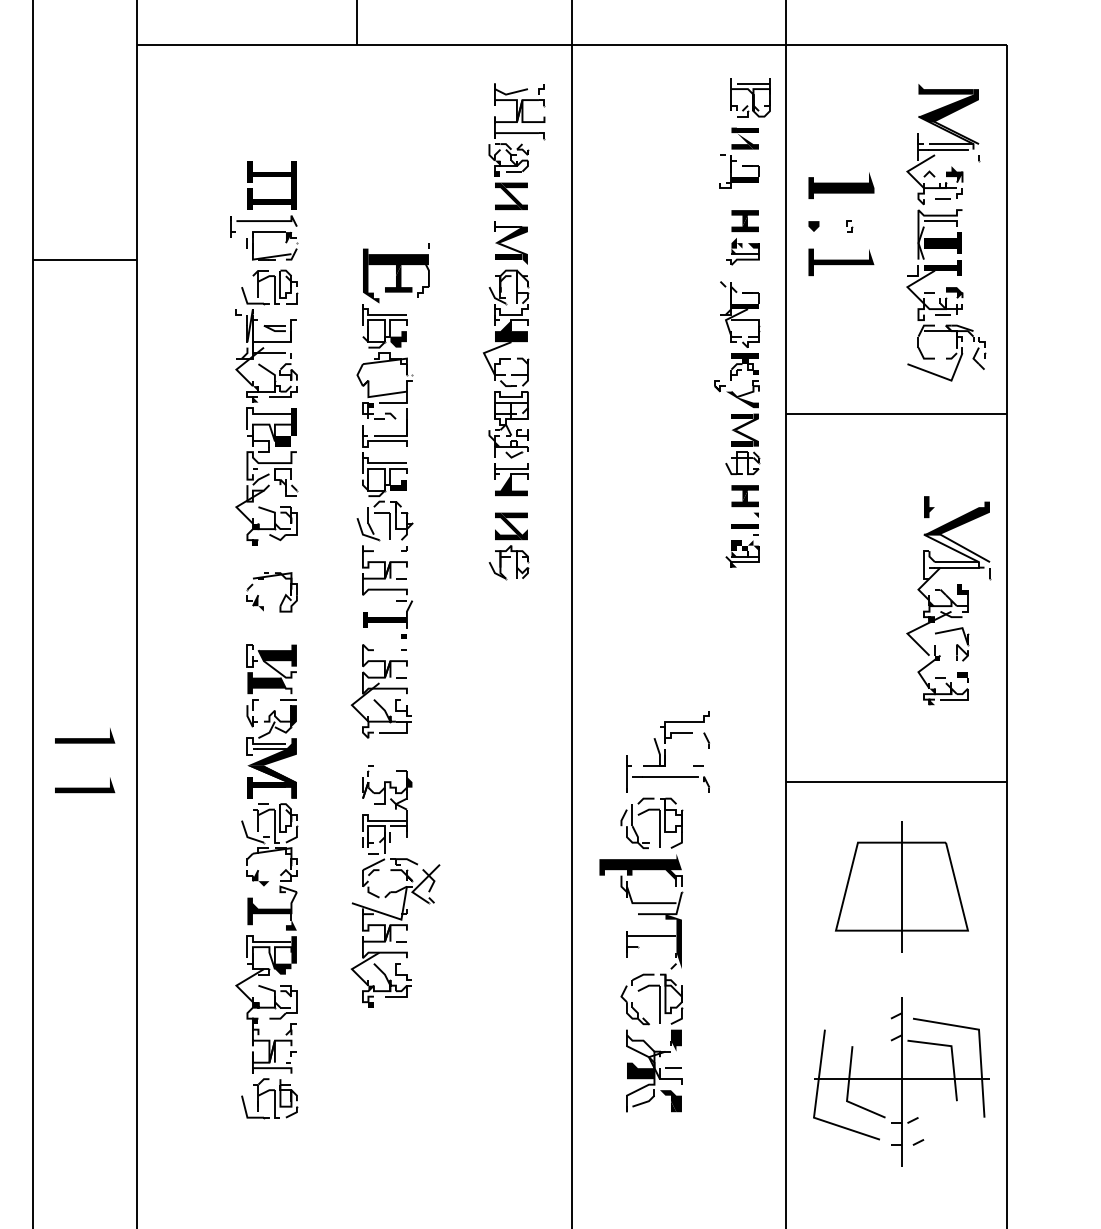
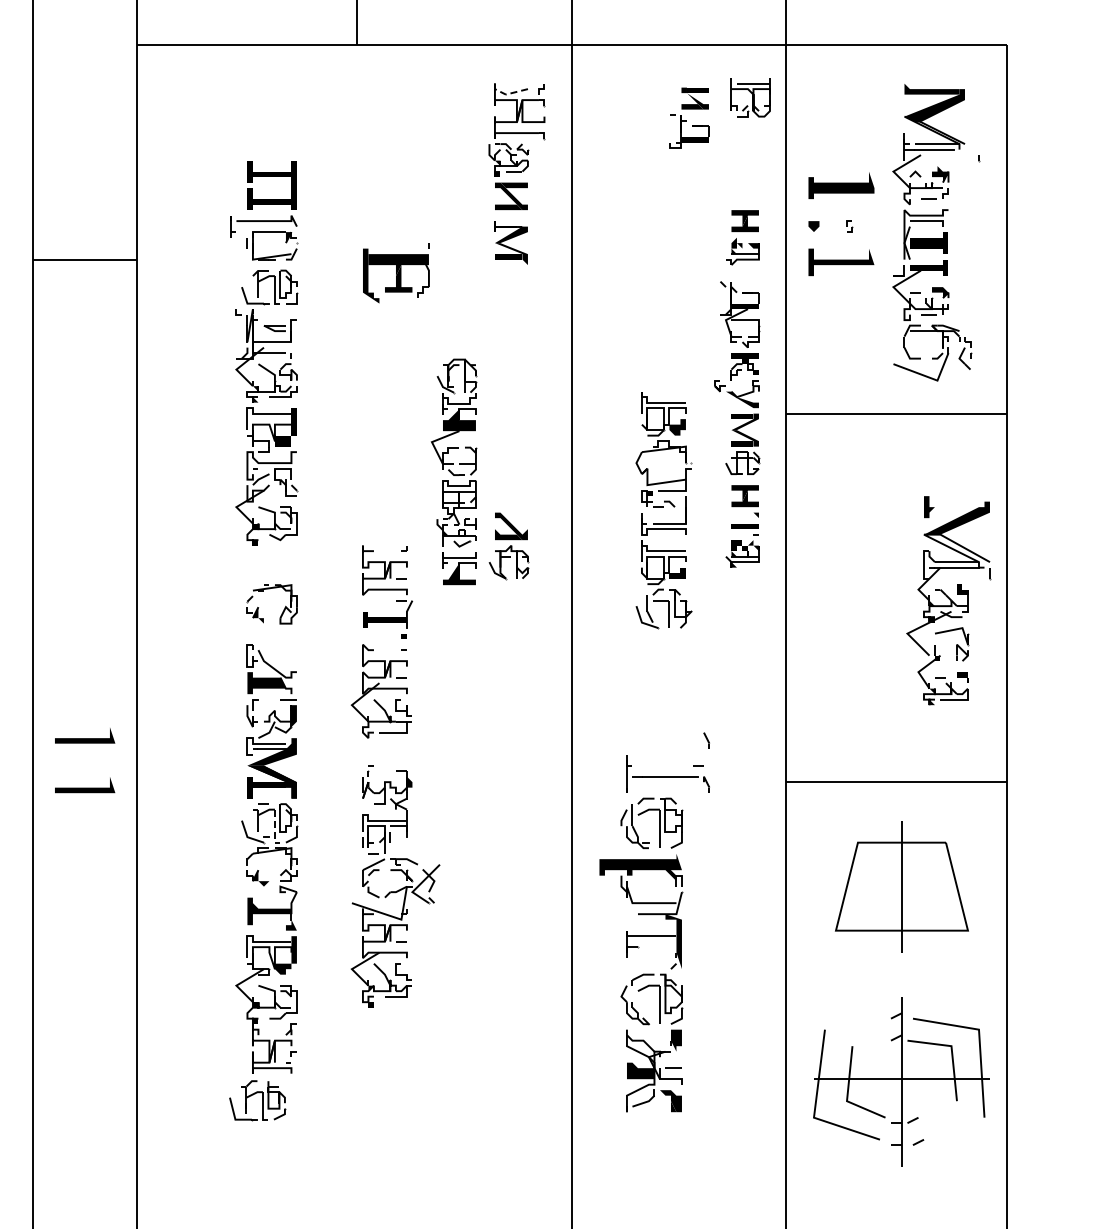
line at (509, 93): solid -> dashed
part at (739, 157) position: (739, 157) -> (689, 117)
part at (946, 232) position: (946, 232) -> (932, 232)
part at (505, 382) position: (505, 382) -> (453, 471)
part at (384, 422) position: (384, 422) -> (663, 510)
fill at (513, 515): present -> none
part at (283, 597) position: (283, 597) -> (283, 609)
fill at (277, 655): present -> none
part at (676, 738): present -> none
line at (274, 830): solid -> dashed
part at (269, 1098) position: (269, 1098) -> (257, 1100)
